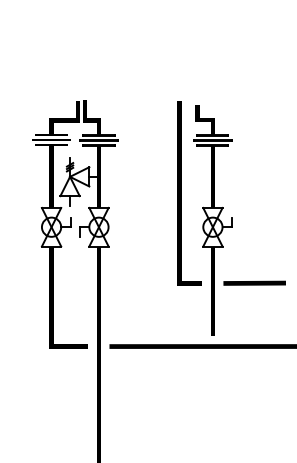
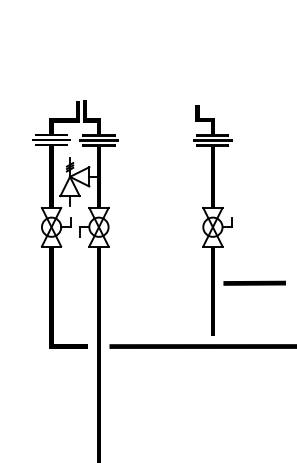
line at (181, 193): present -> none
